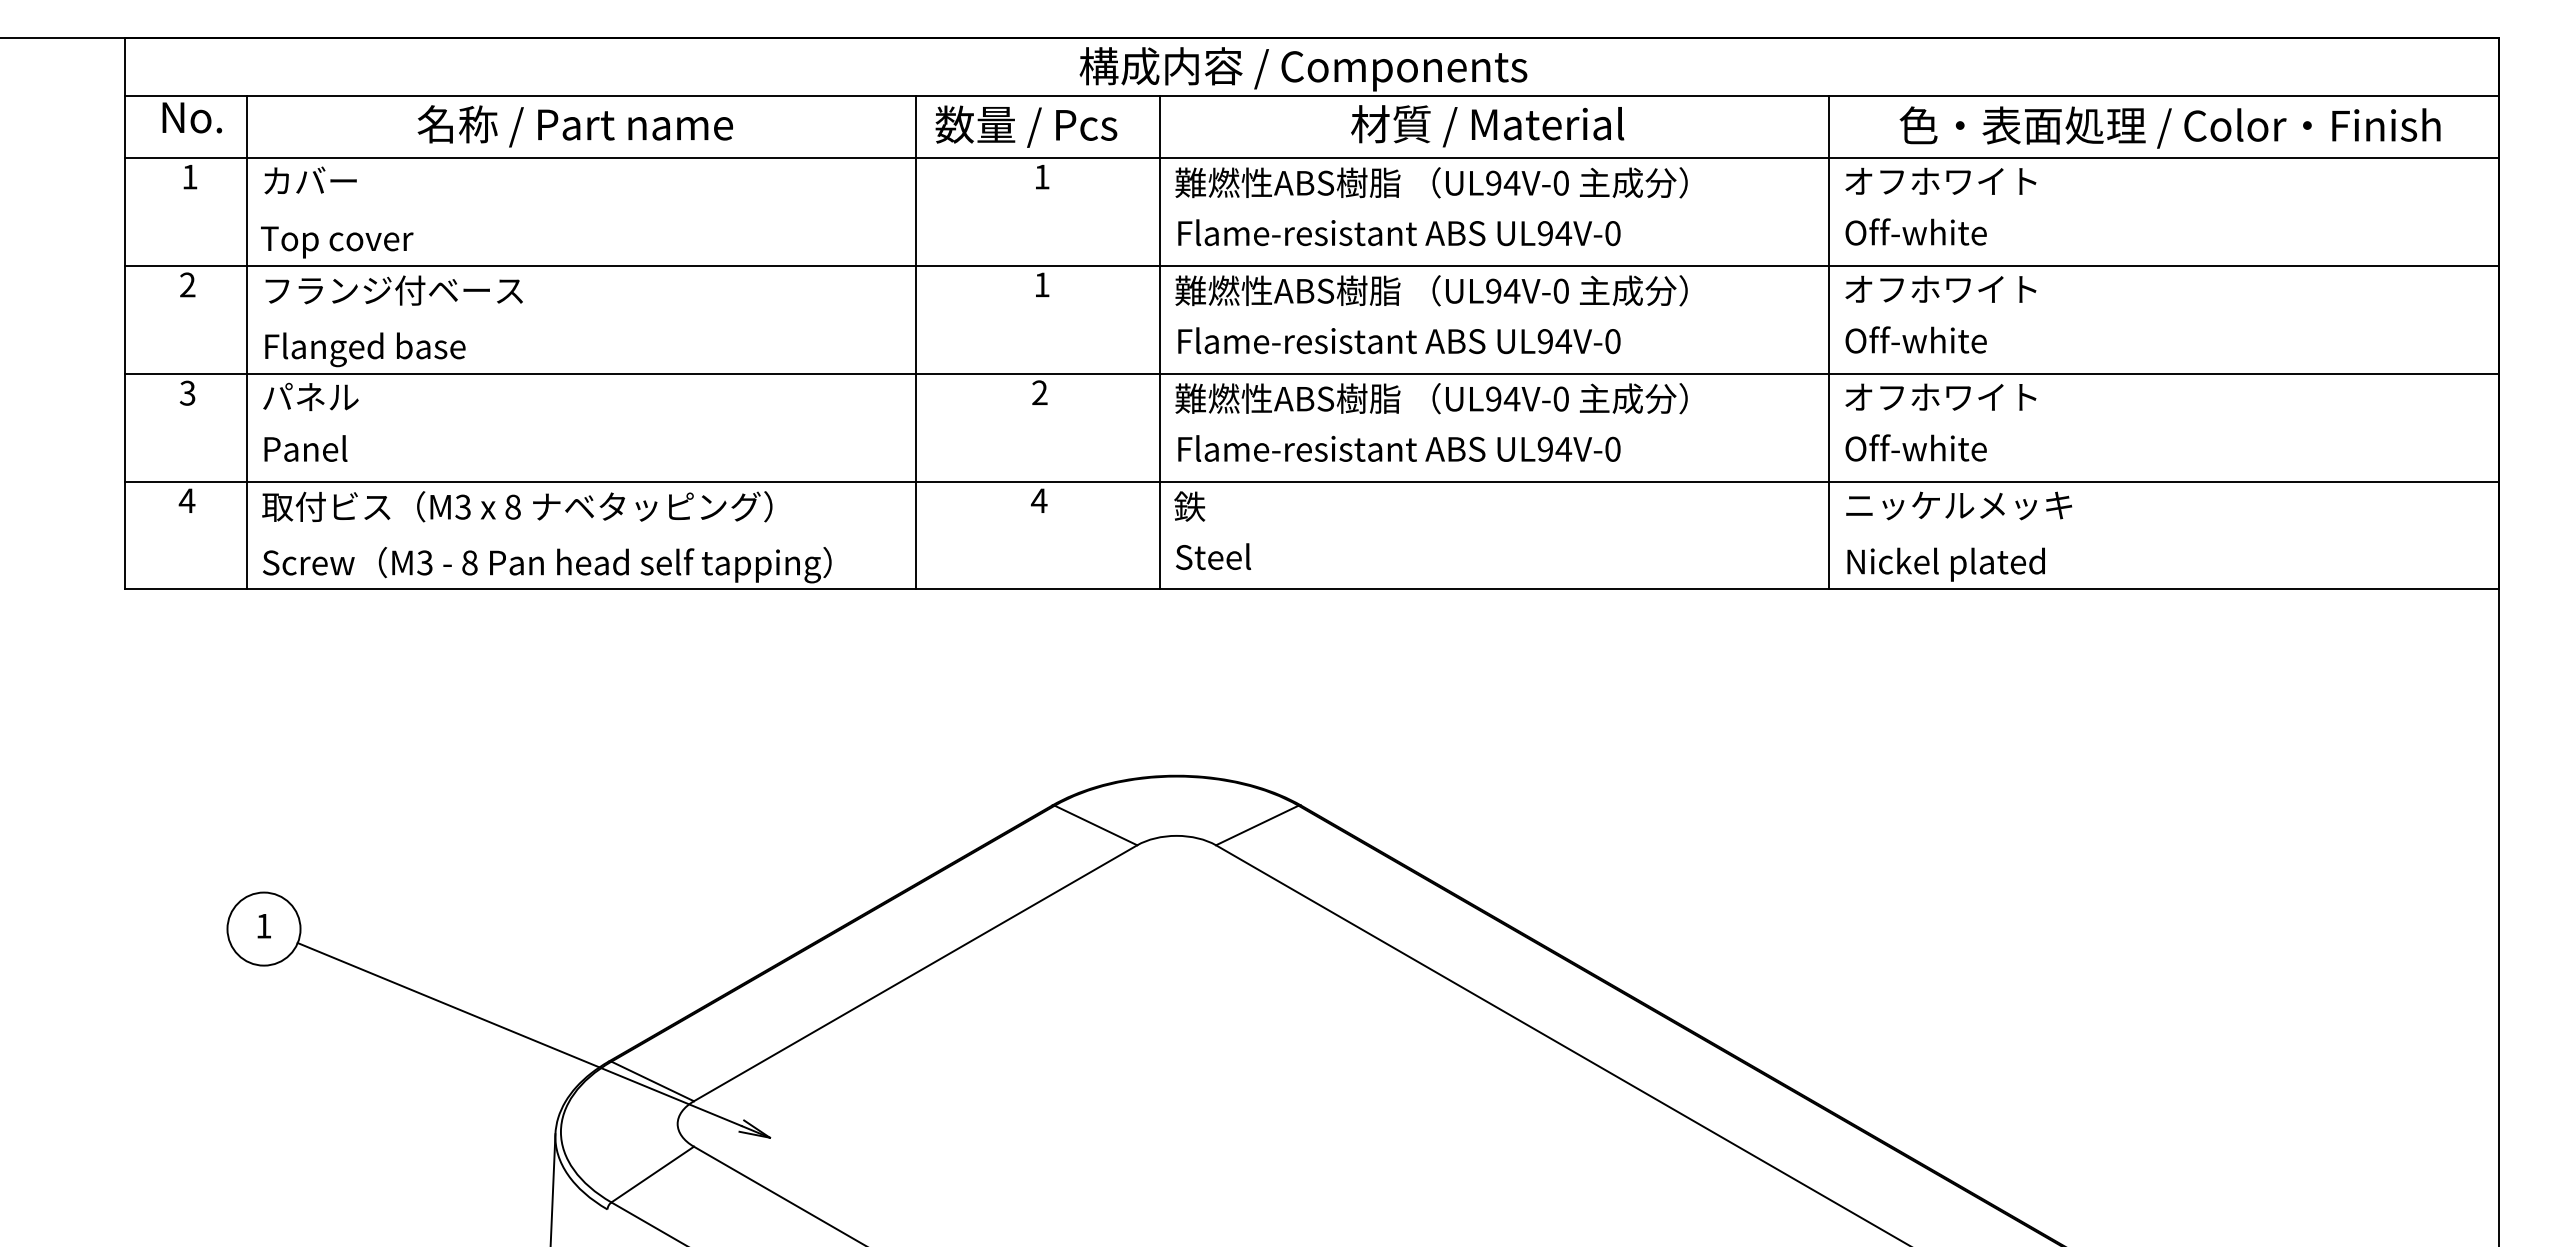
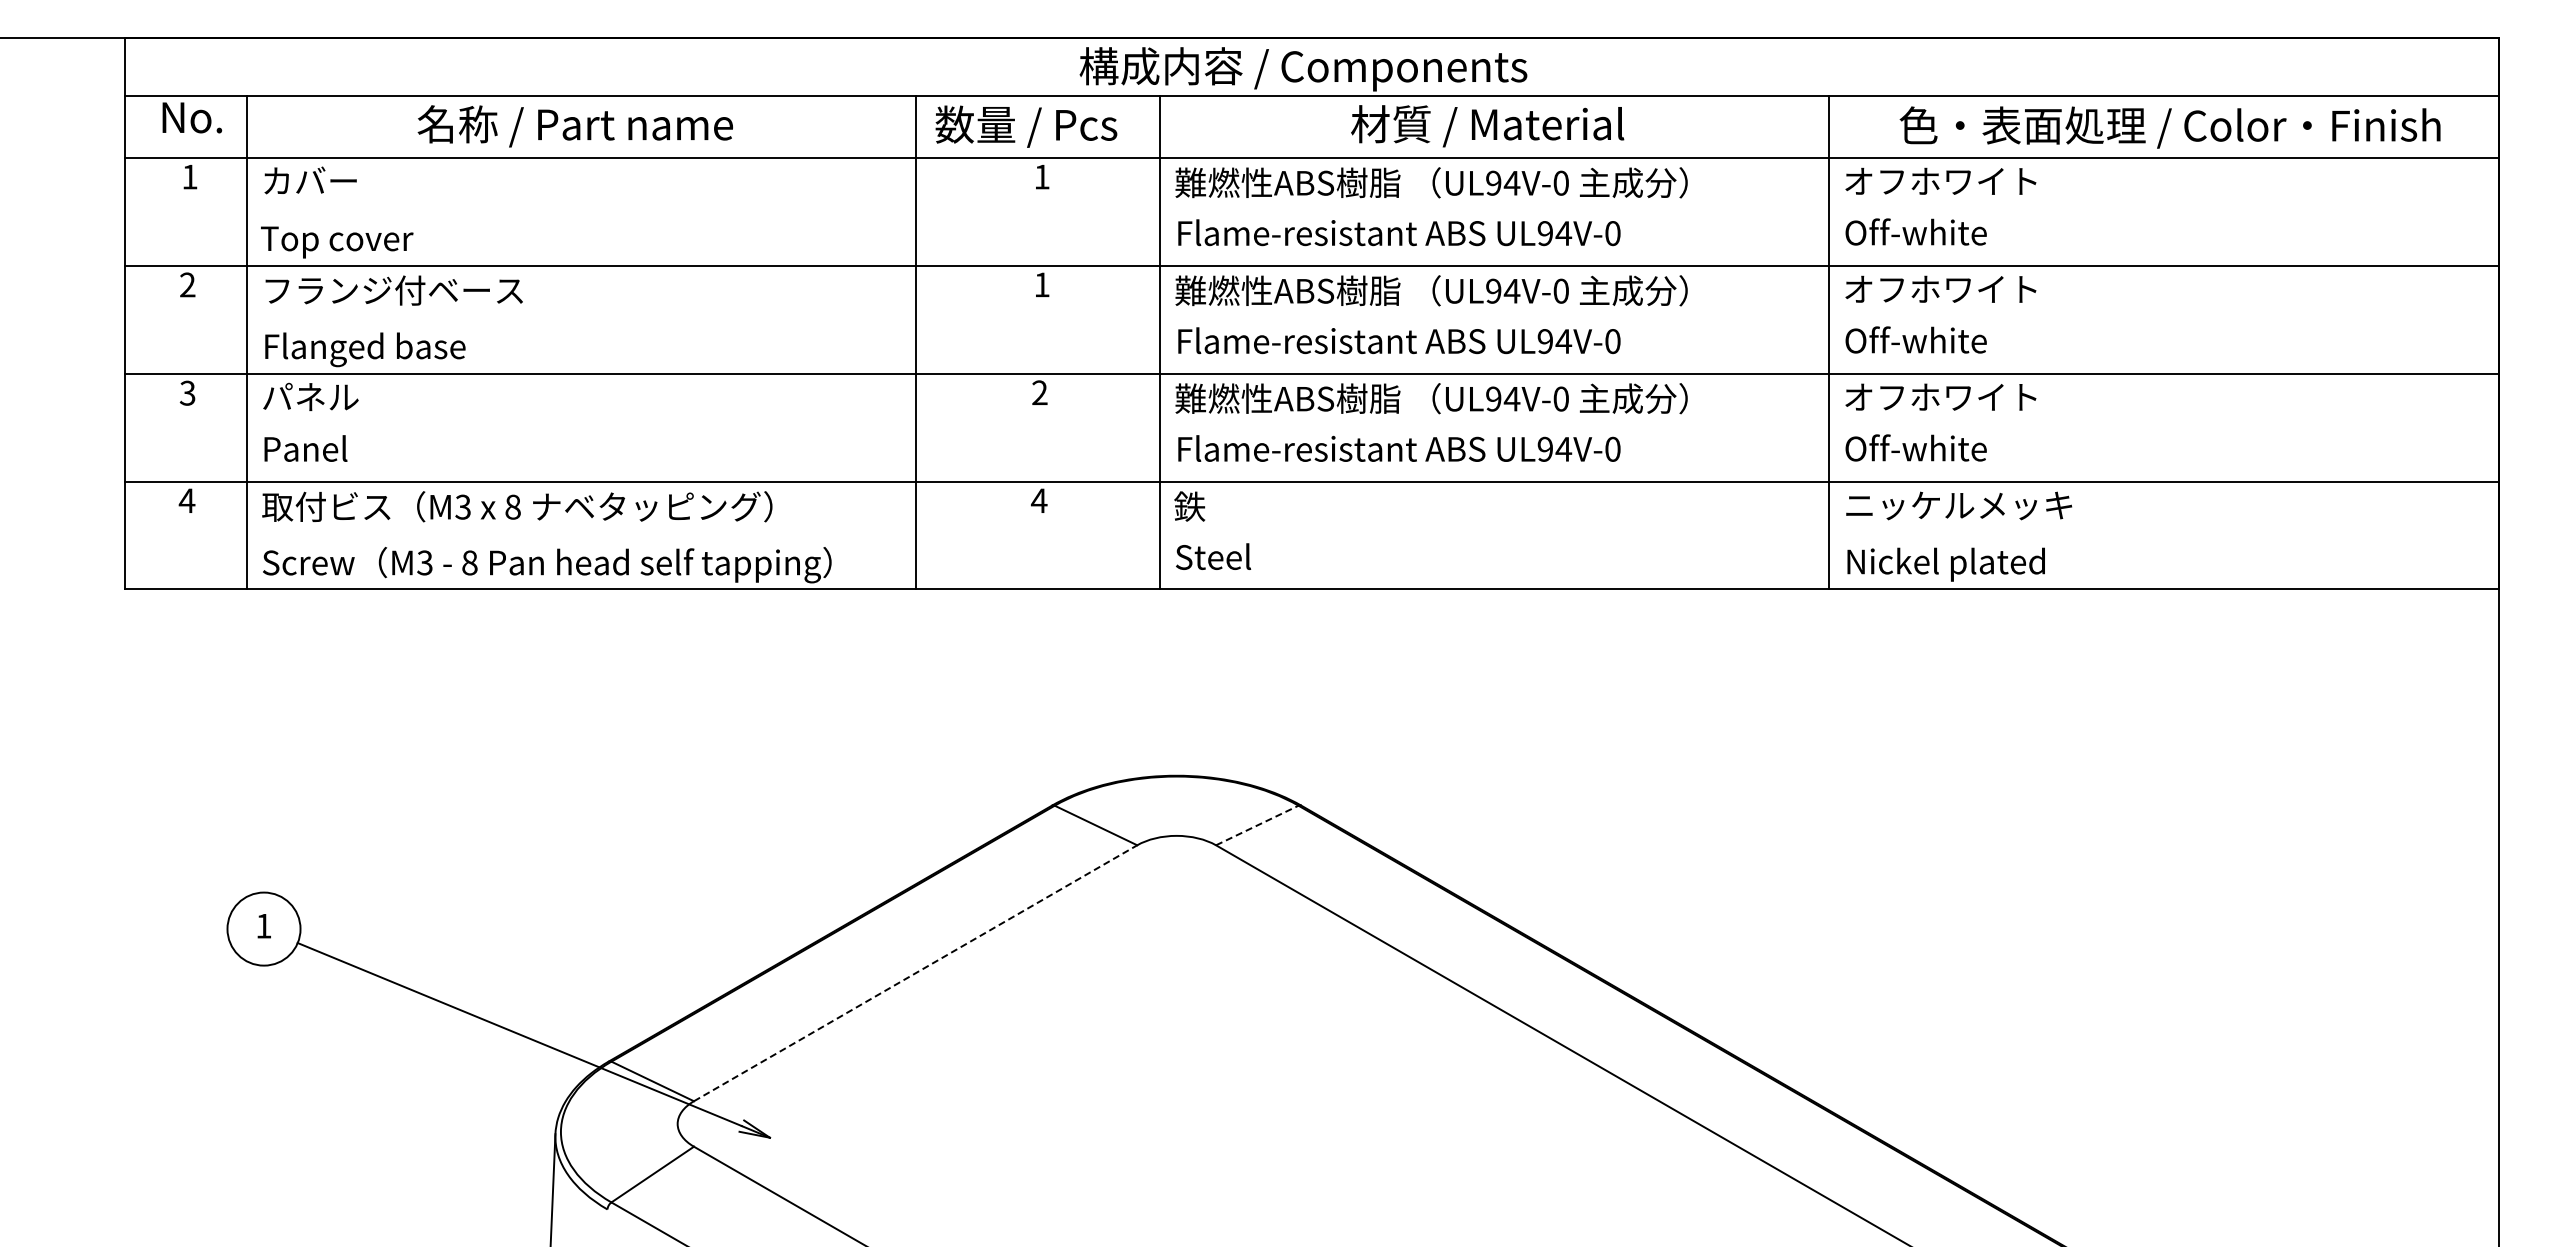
line at (1257, 825): solid -> dashed
line at (915, 973): solid -> dashed
